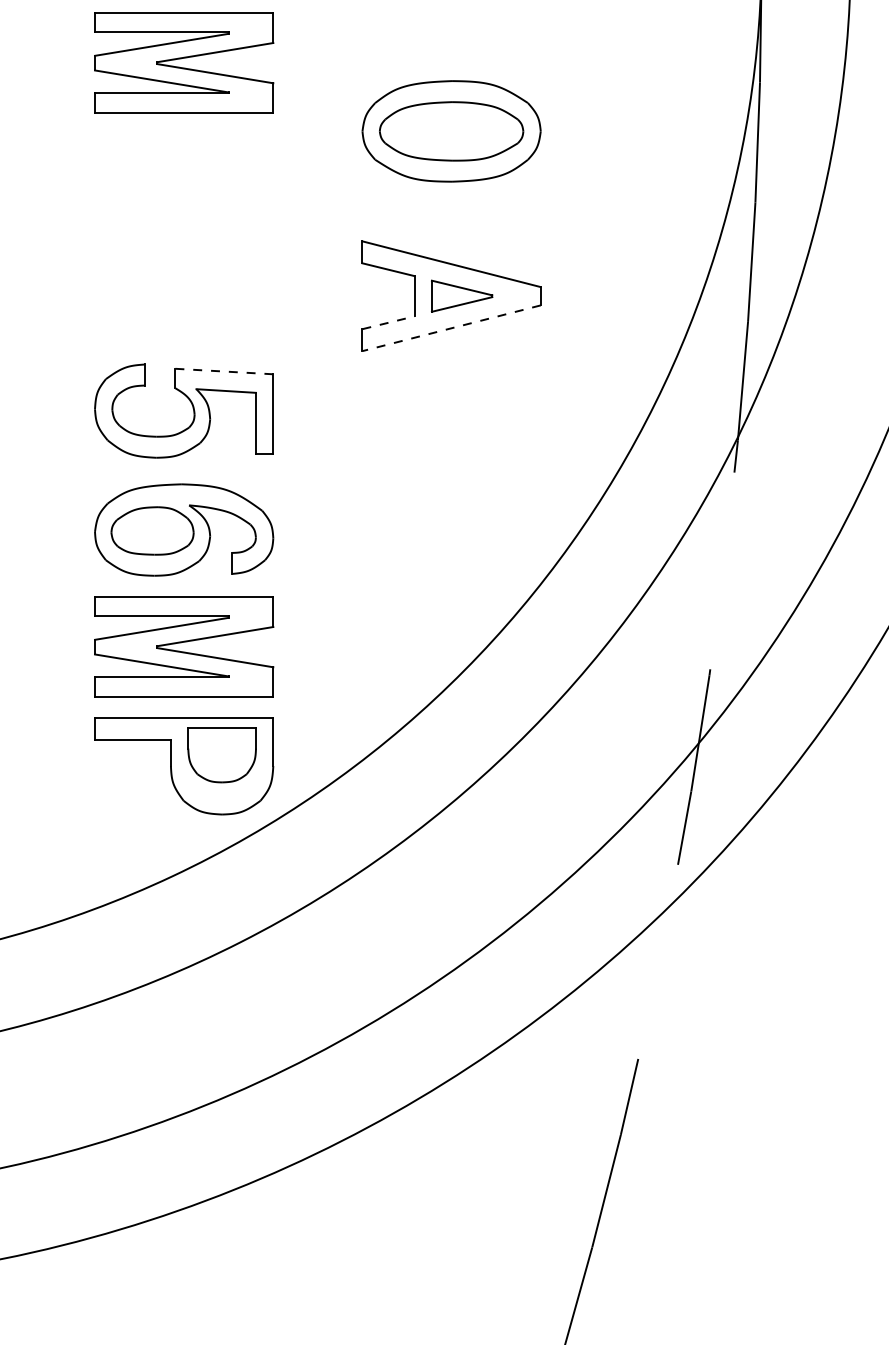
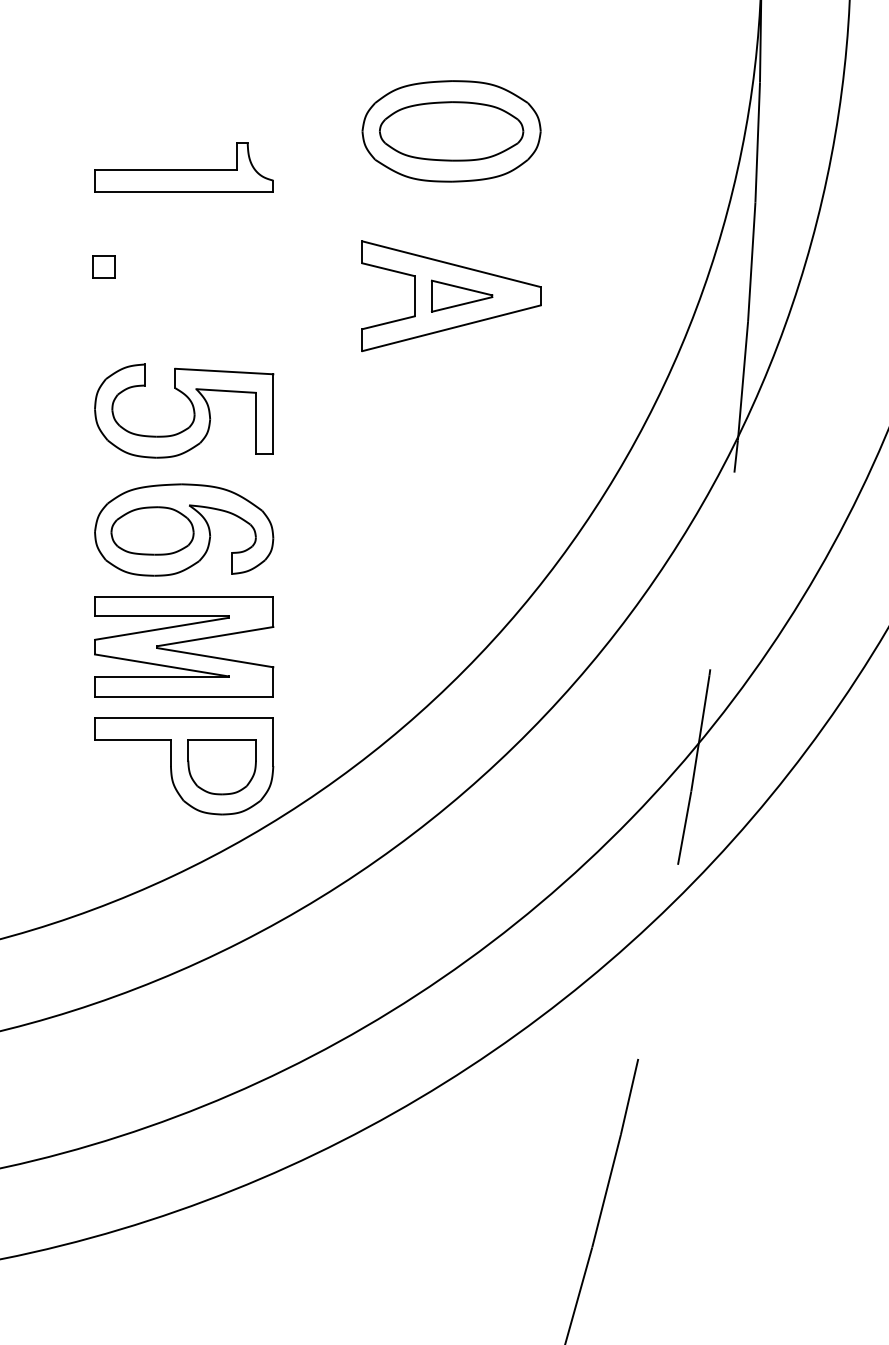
part at (184, 62): present -> none
part at (183, 167): none -> present
part at (103, 266): none -> present
line at (388, 322): dashed -> solid
line at (451, 328): dashed -> solid
line at (224, 371): dashed -> solid
part at (221, 755) position: (221, 755) -> (221, 767)
